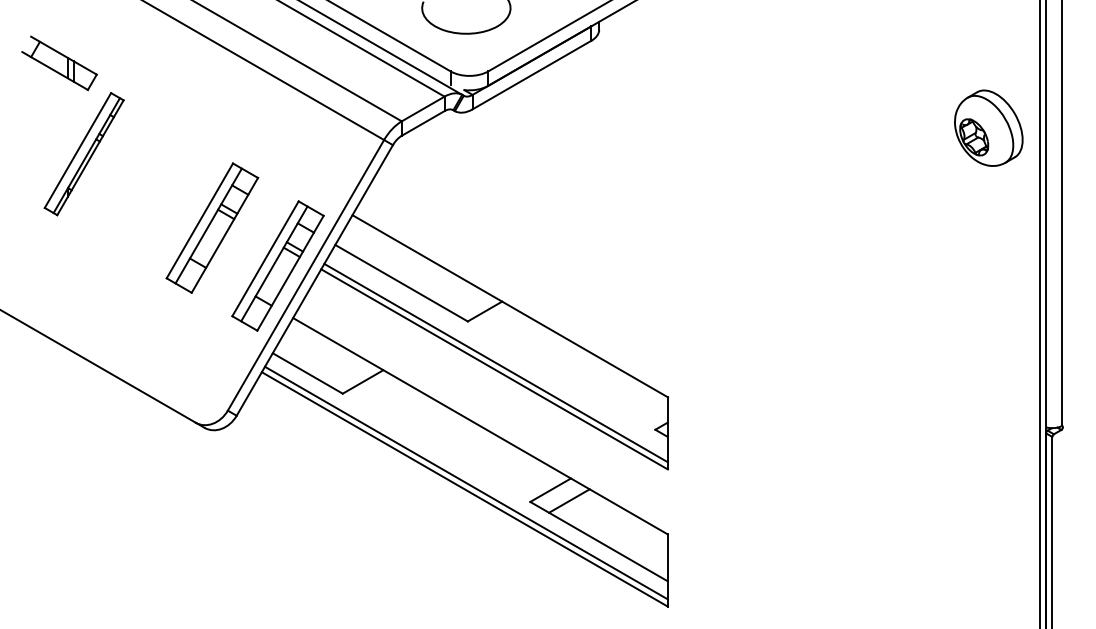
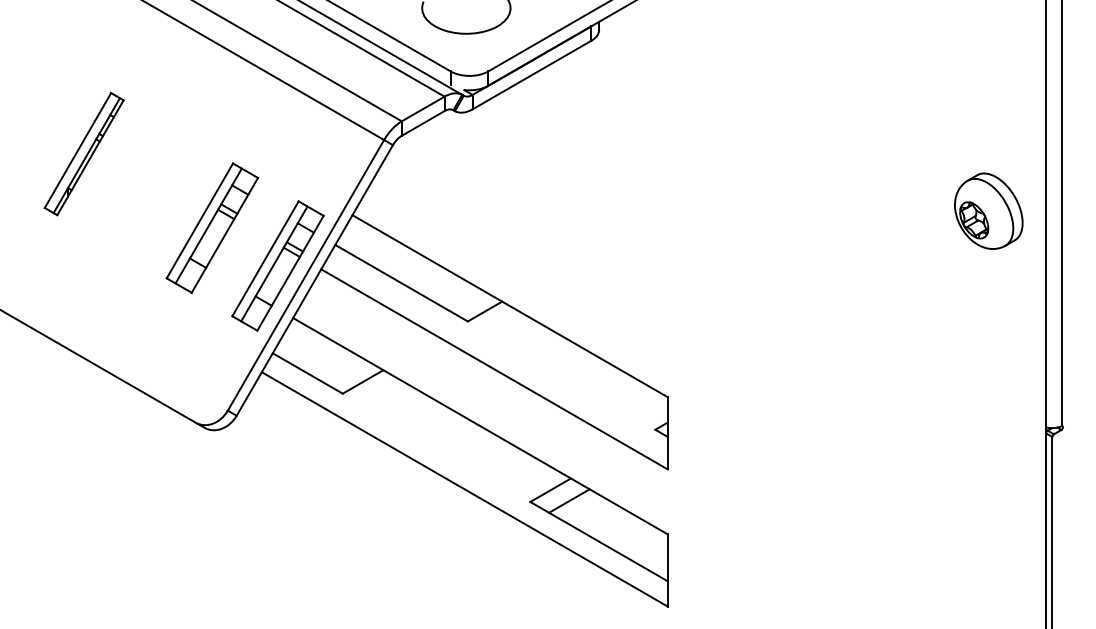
part at (59, 63): present -> none
part at (988, 127) position: (988, 127) -> (988, 210)
line at (1039, 313): present -> none
line at (495, 362): present -> none
line at (465, 482): present -> none
